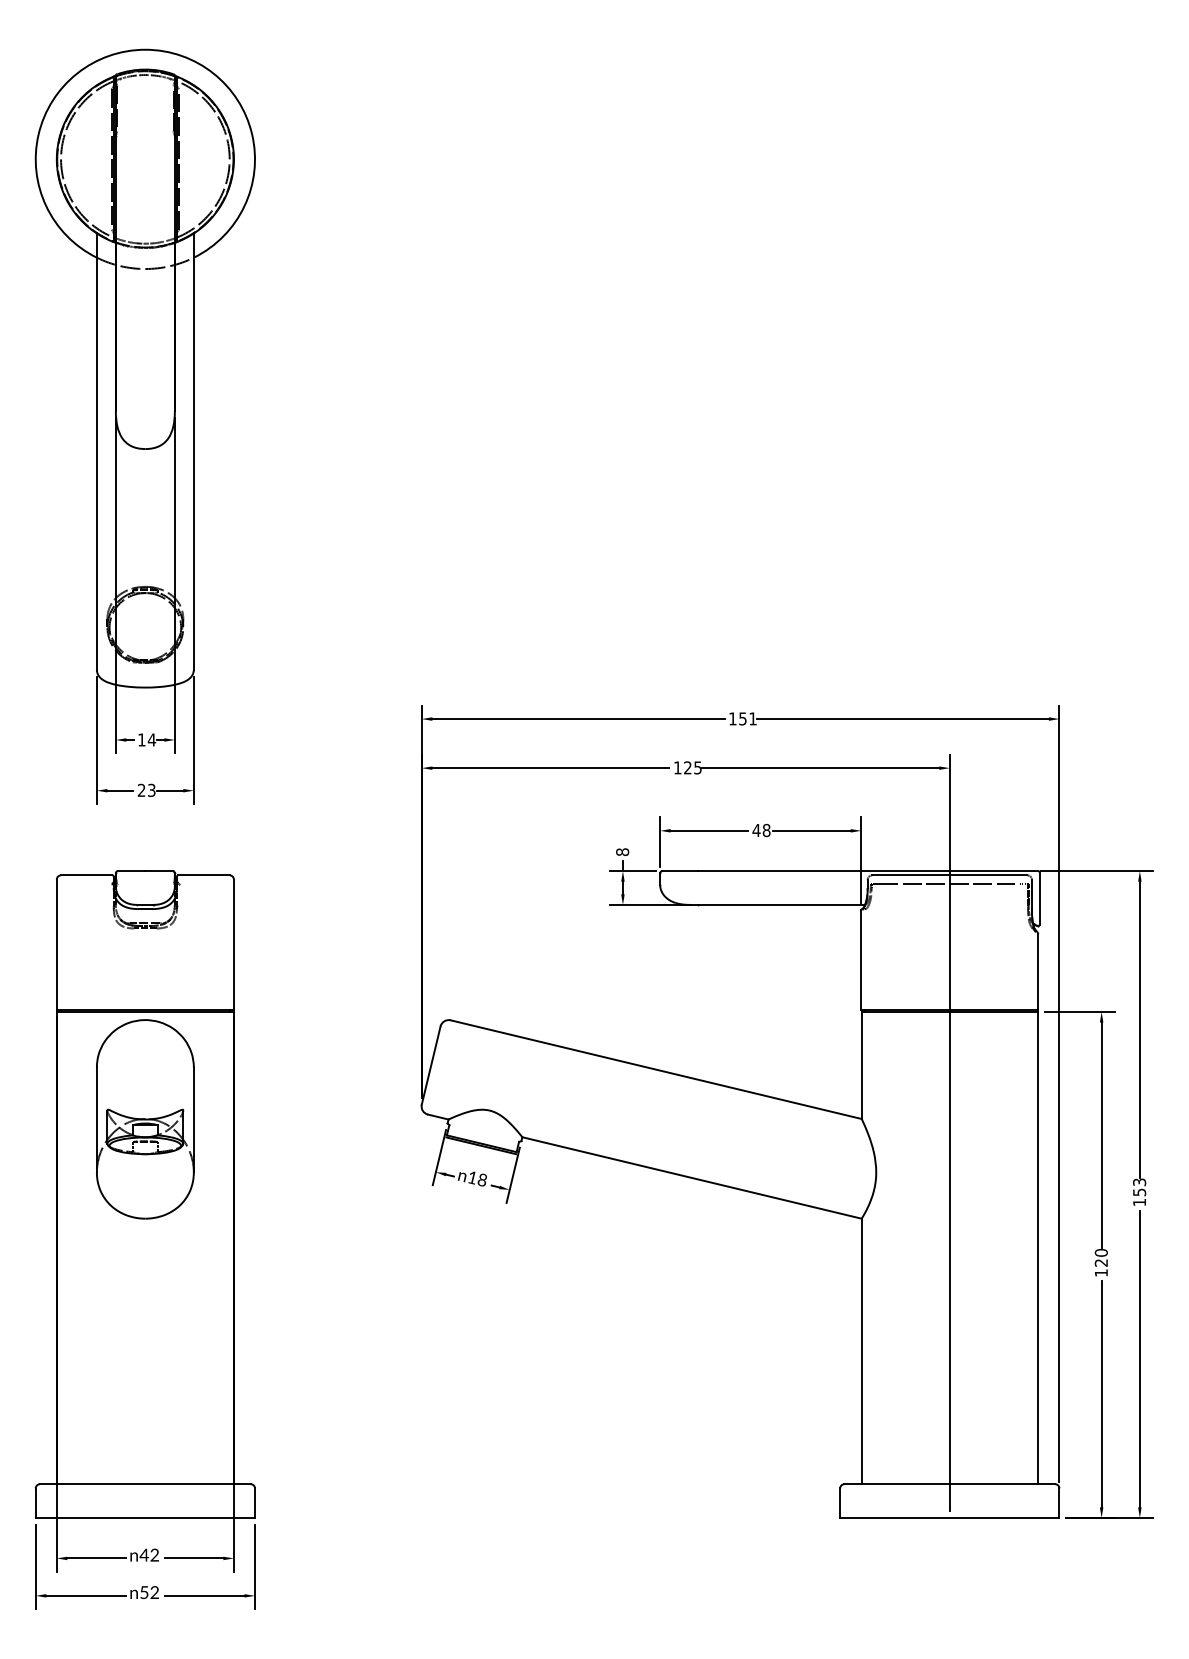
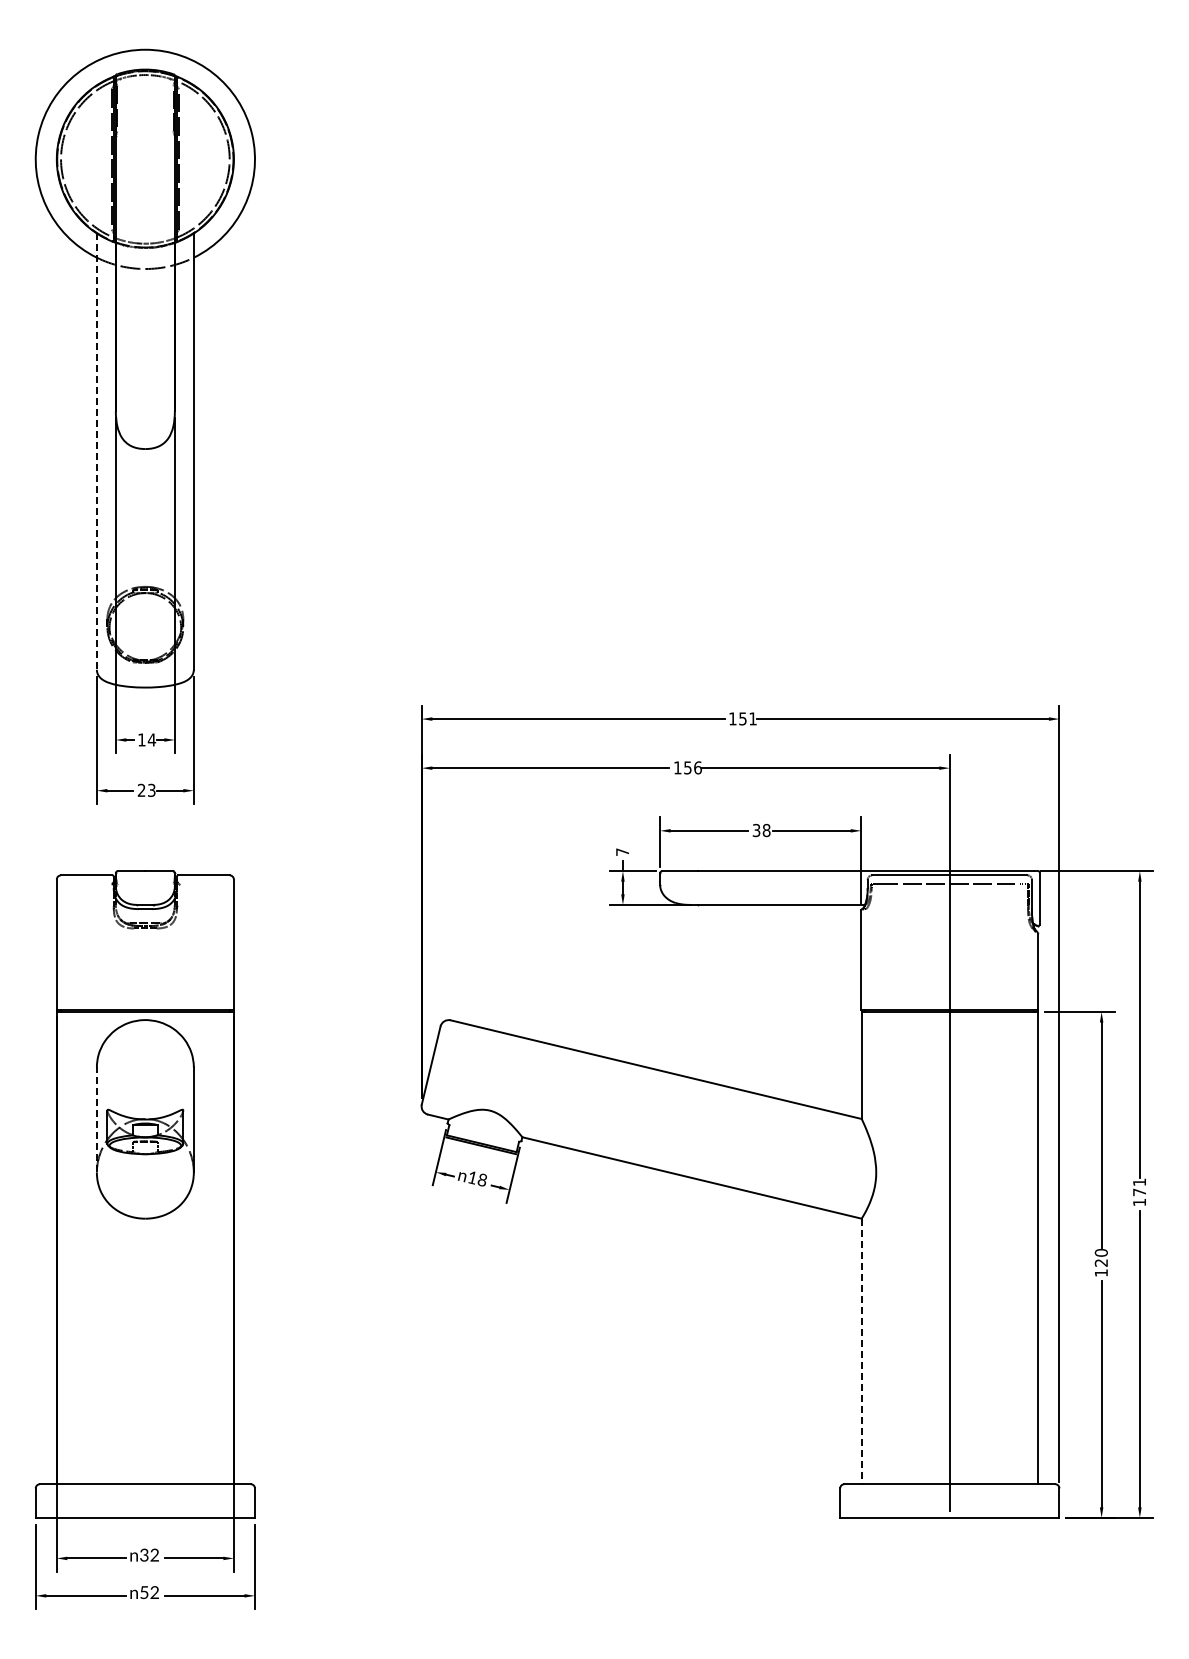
line at (96, 452): solid -> dashed
text at (692, 767): 125 -> 156
text at (756, 830): 48 -> 38
text at (622, 852): 8 -> 7
line at (96, 1119): solid -> dashed
text at (1139, 1187): 153 -> 171
line at (861, 1351): solid -> dashed
text at (143, 1554): 42 -> 32
